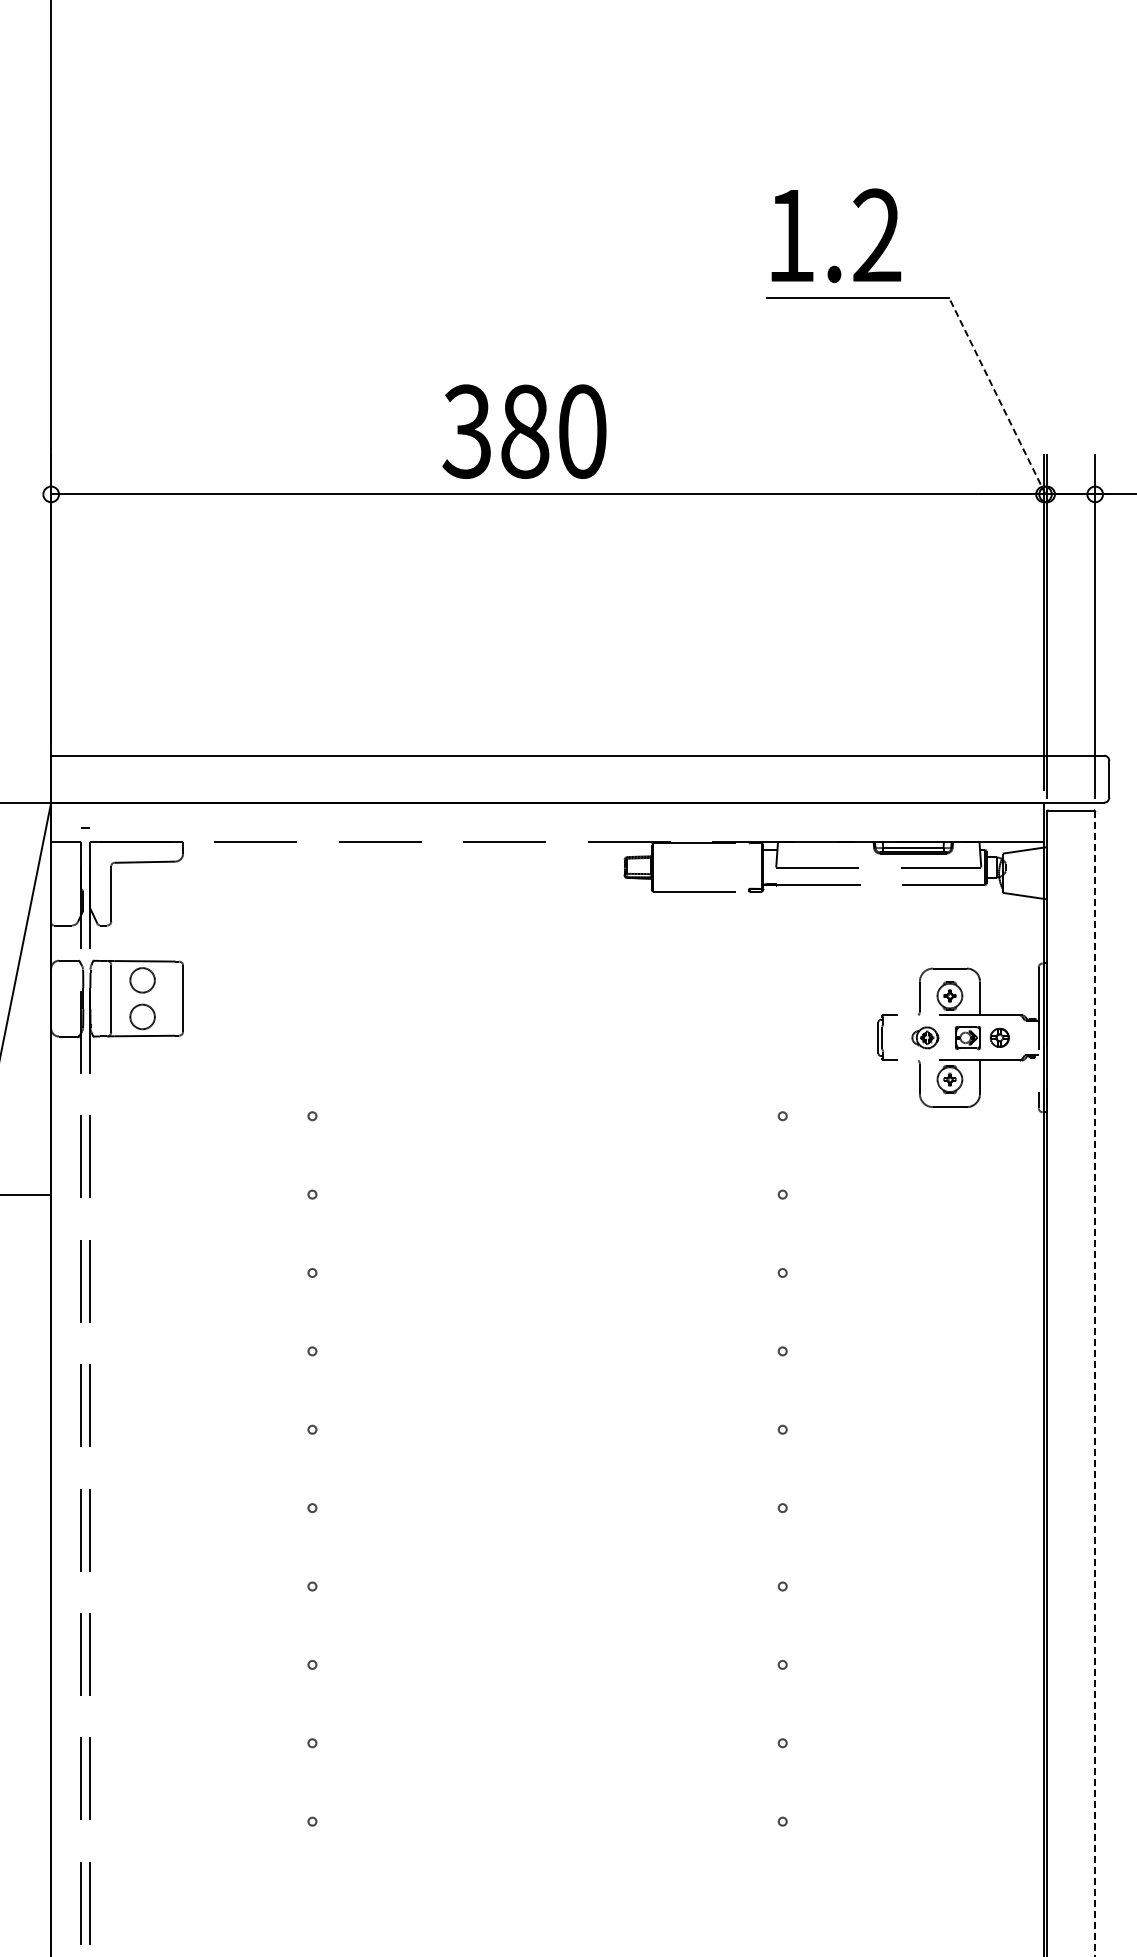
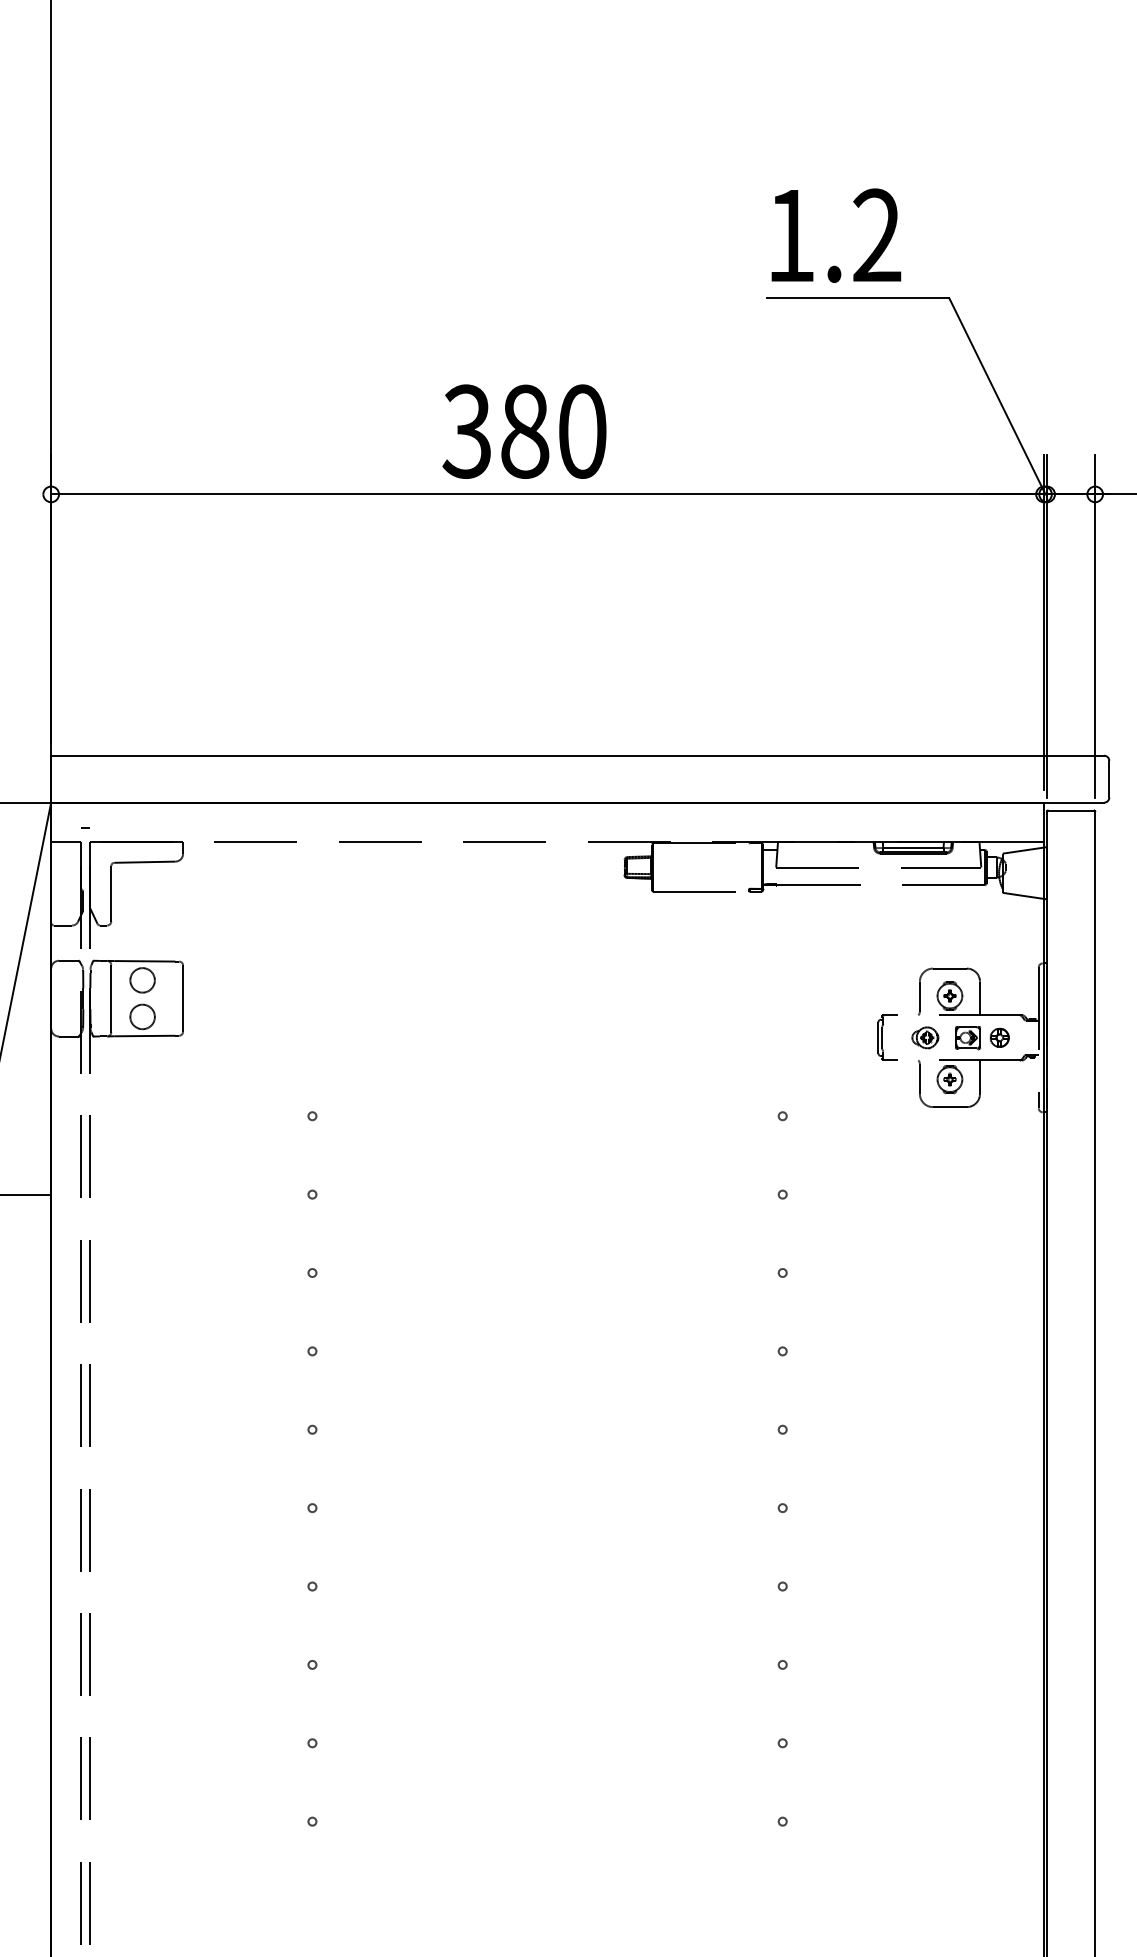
line at (997, 396): dashed -> solid
line at (1095, 1384): dashed -> solid
